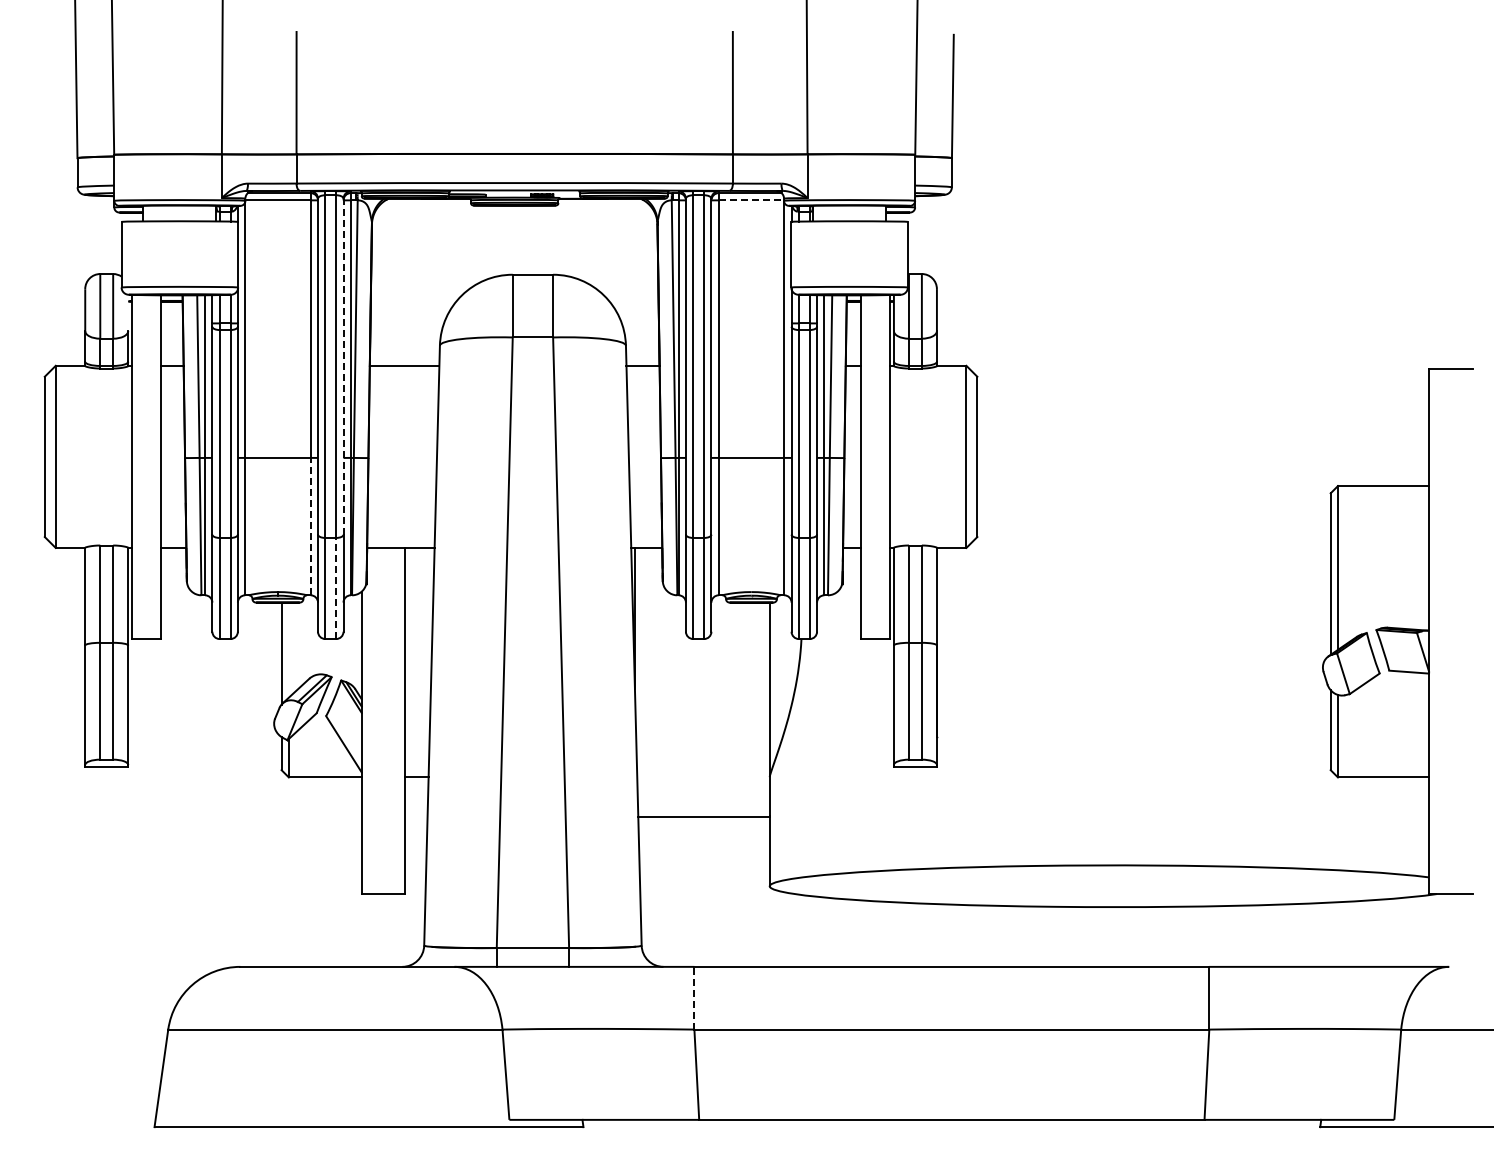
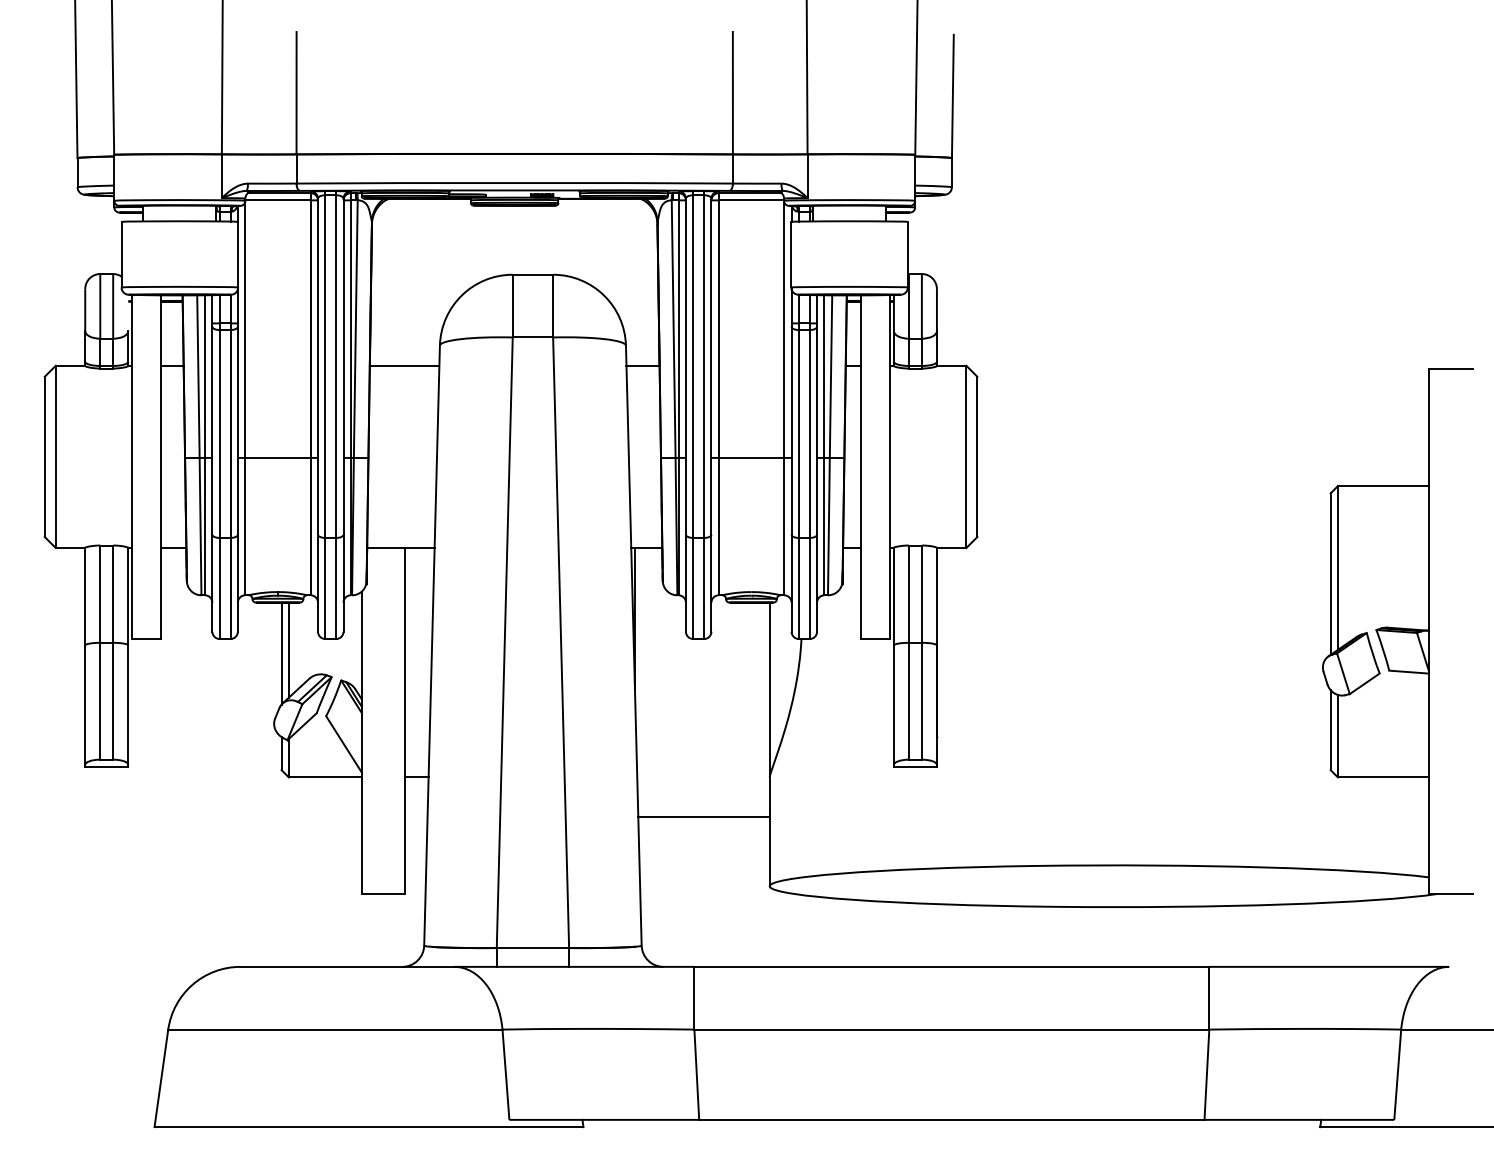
line at (751, 200): dashed -> solid
line at (343, 366): dashed -> solid
line at (310, 526): dashed -> solid
line at (336, 588): dashed -> solid
line at (288, 649): none -> present
line at (694, 997): dashed -> solid
